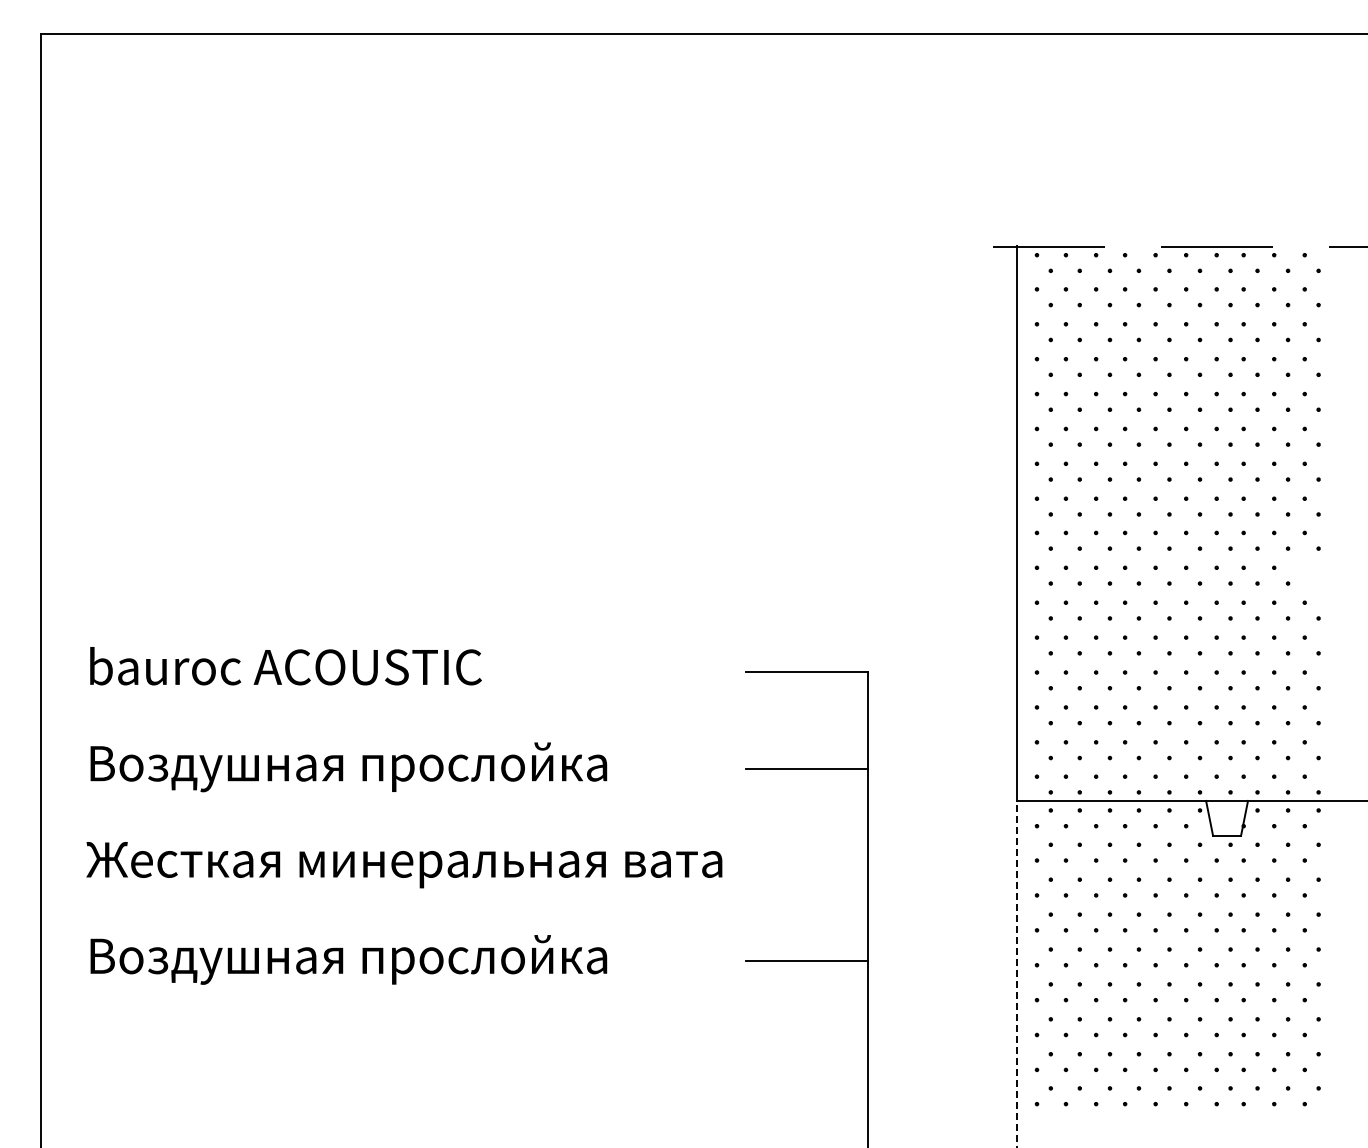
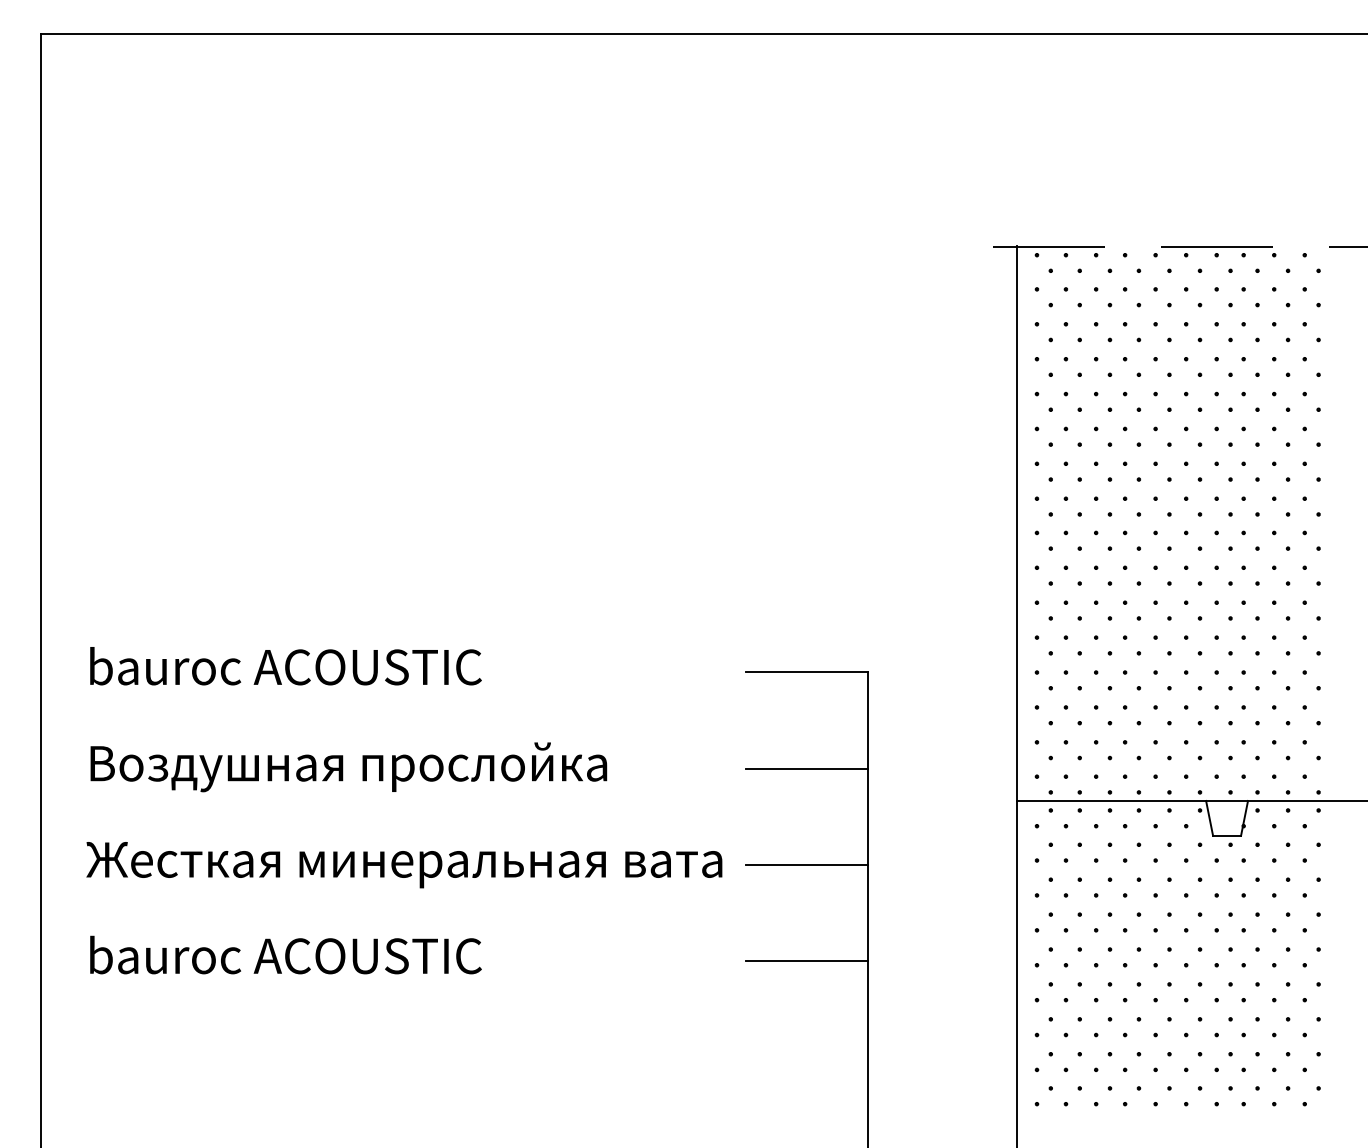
part at (1306, 569): none -> present
line at (806, 865): none -> present
text at (348, 959): Воздушная прослойка -> bauroc ACOUSTIC
line at (1017, 973): dashed -> solid
